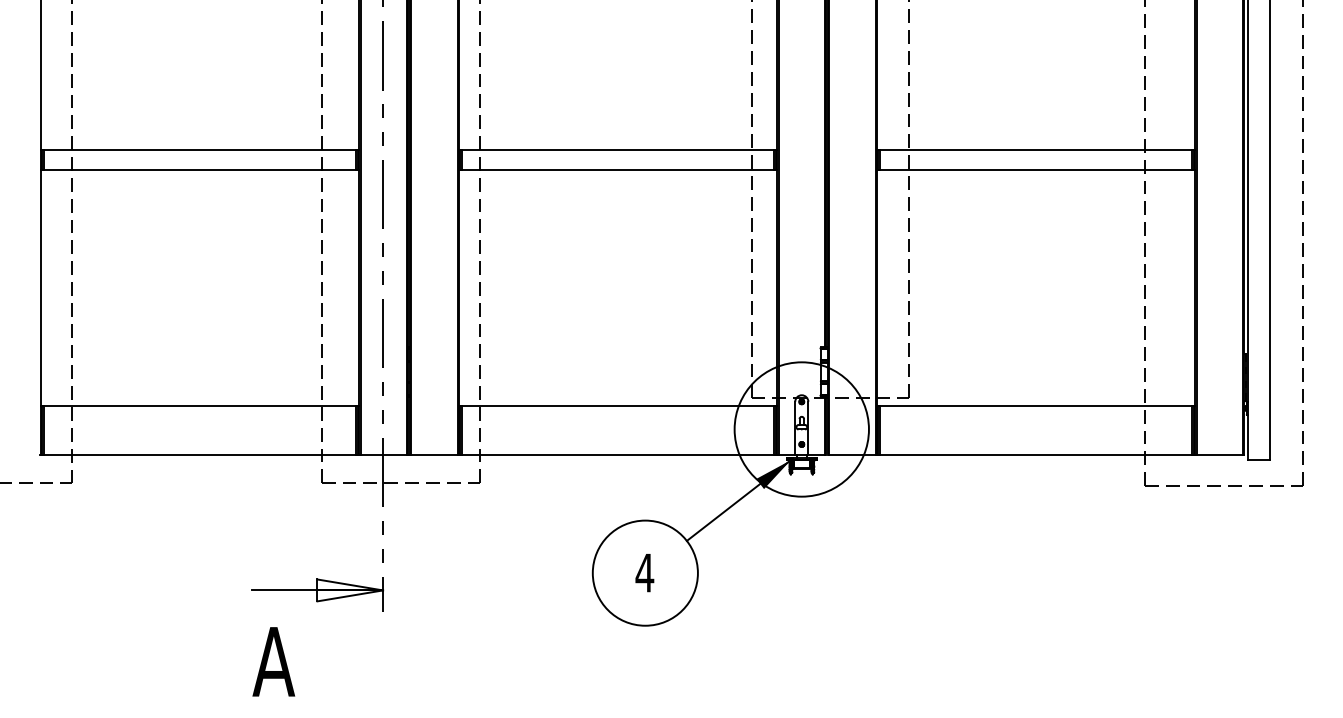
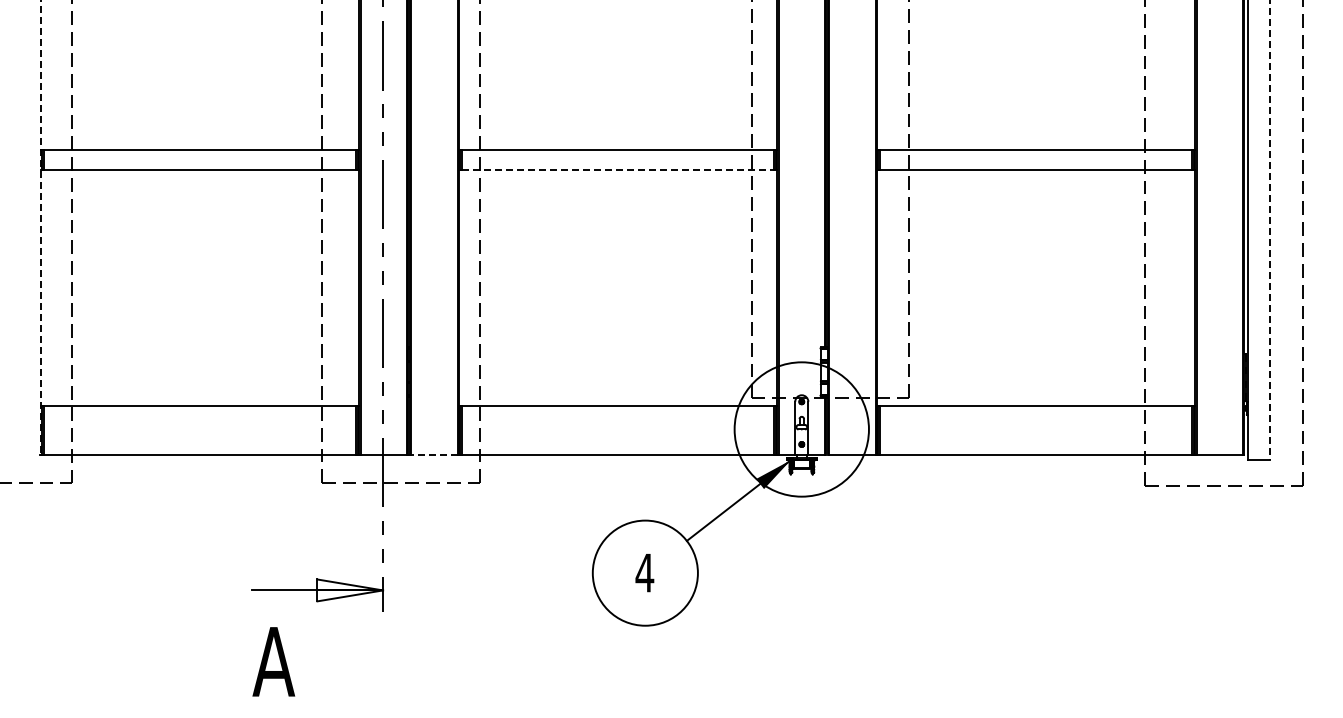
line at (618, 169): solid -> dashed
line at (40, 228): solid -> dashed
line at (1269, 230): solid -> dashed
line at (433, 455): solid -> dashed
